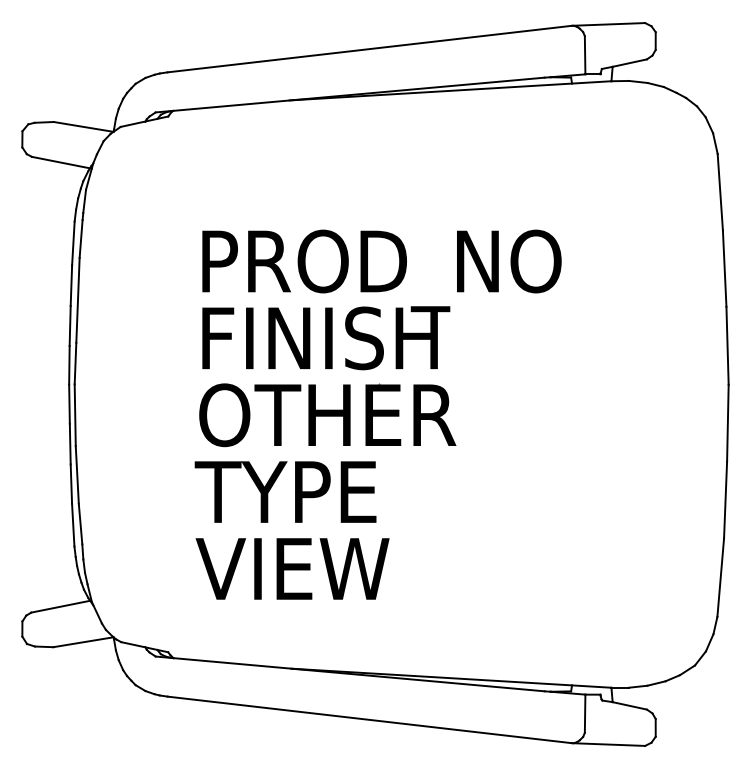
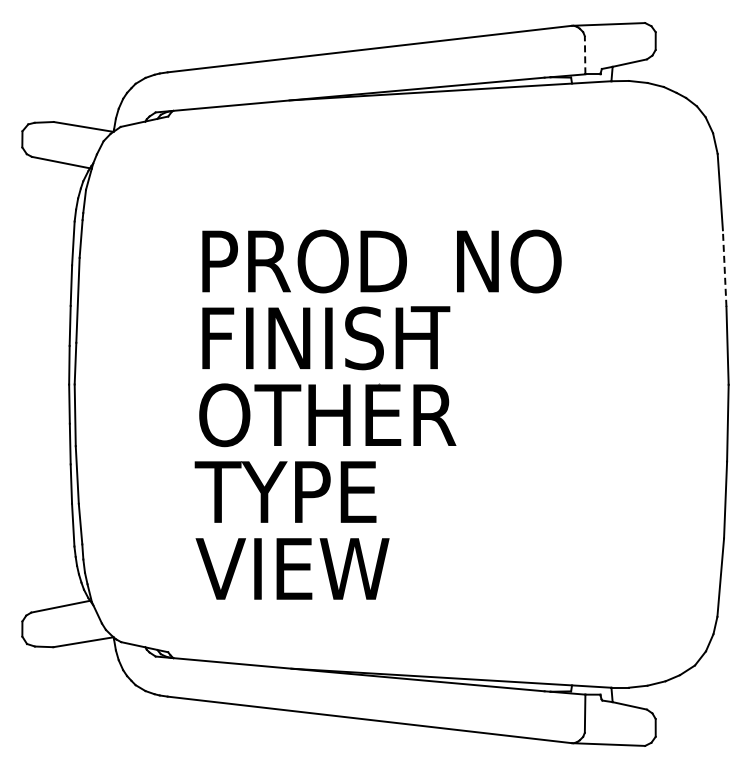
line at (585, 54): solid -> dashed
line at (724, 268): solid -> dashed
